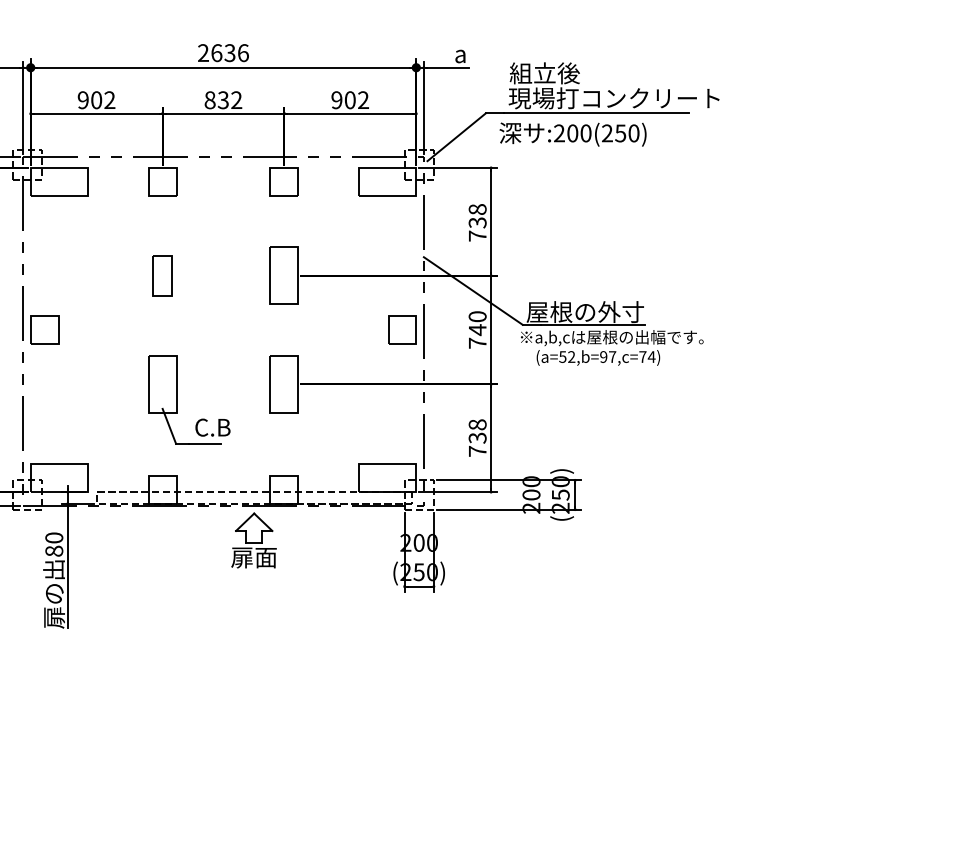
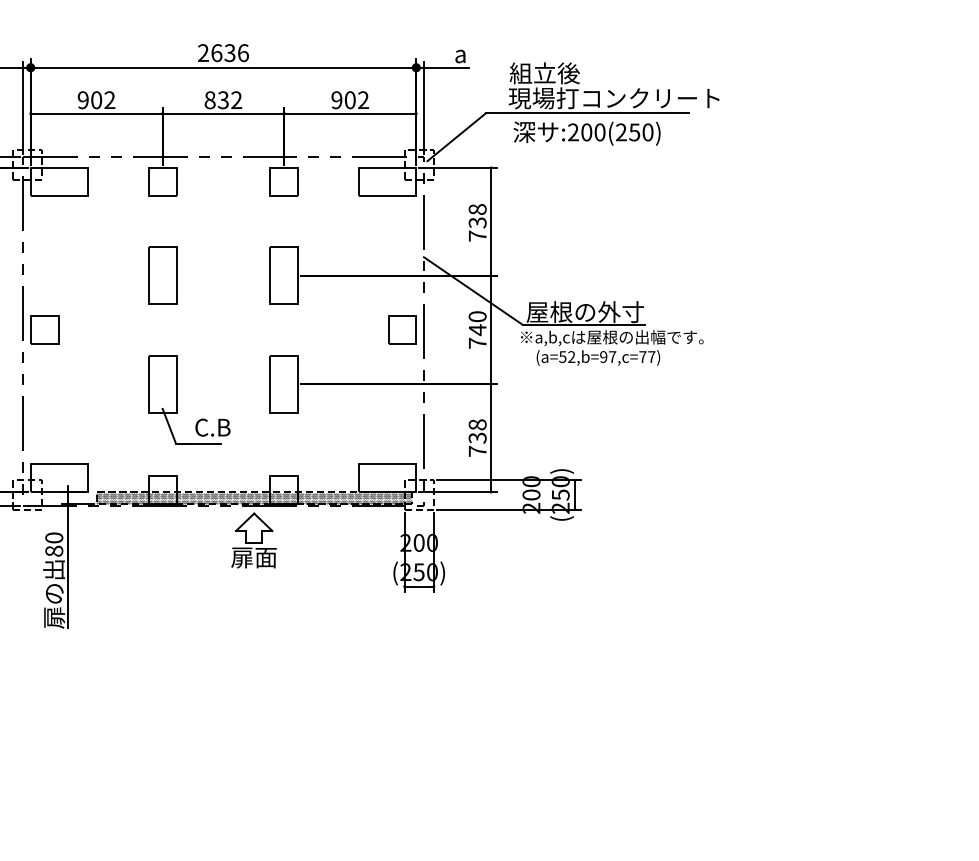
text at (572, 134) position: (572, 134) -> (586, 133)
part at (162, 275) size: 21x42 px -> 30x59 px
text at (651, 356): (a=52,b=97,c=74) -> (a=52,b=97,c=77)
hatch at (253, 497): none -> present
